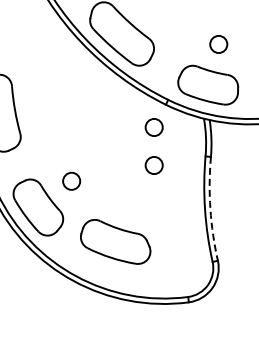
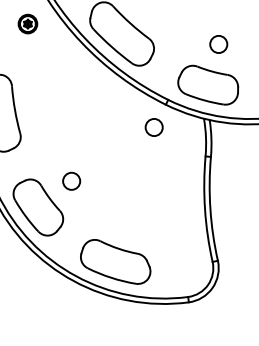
part at (27, 23): none -> present
circle at (153, 165): present -> none
arc at (210, 209): dashed -> solid
part at (115, 241) position: (115, 241) -> (115, 261)
